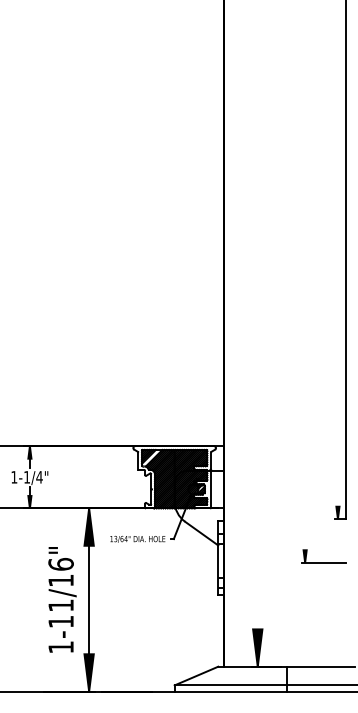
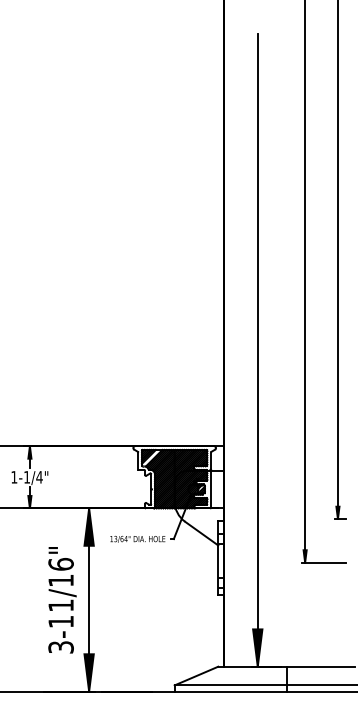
line at (345, 260) position: (345, 260) -> (337, 260)
line at (305, 282): none -> present
line at (257, 350): none -> present
text at (60, 647): 1-11/16" -> 3-11/16"
